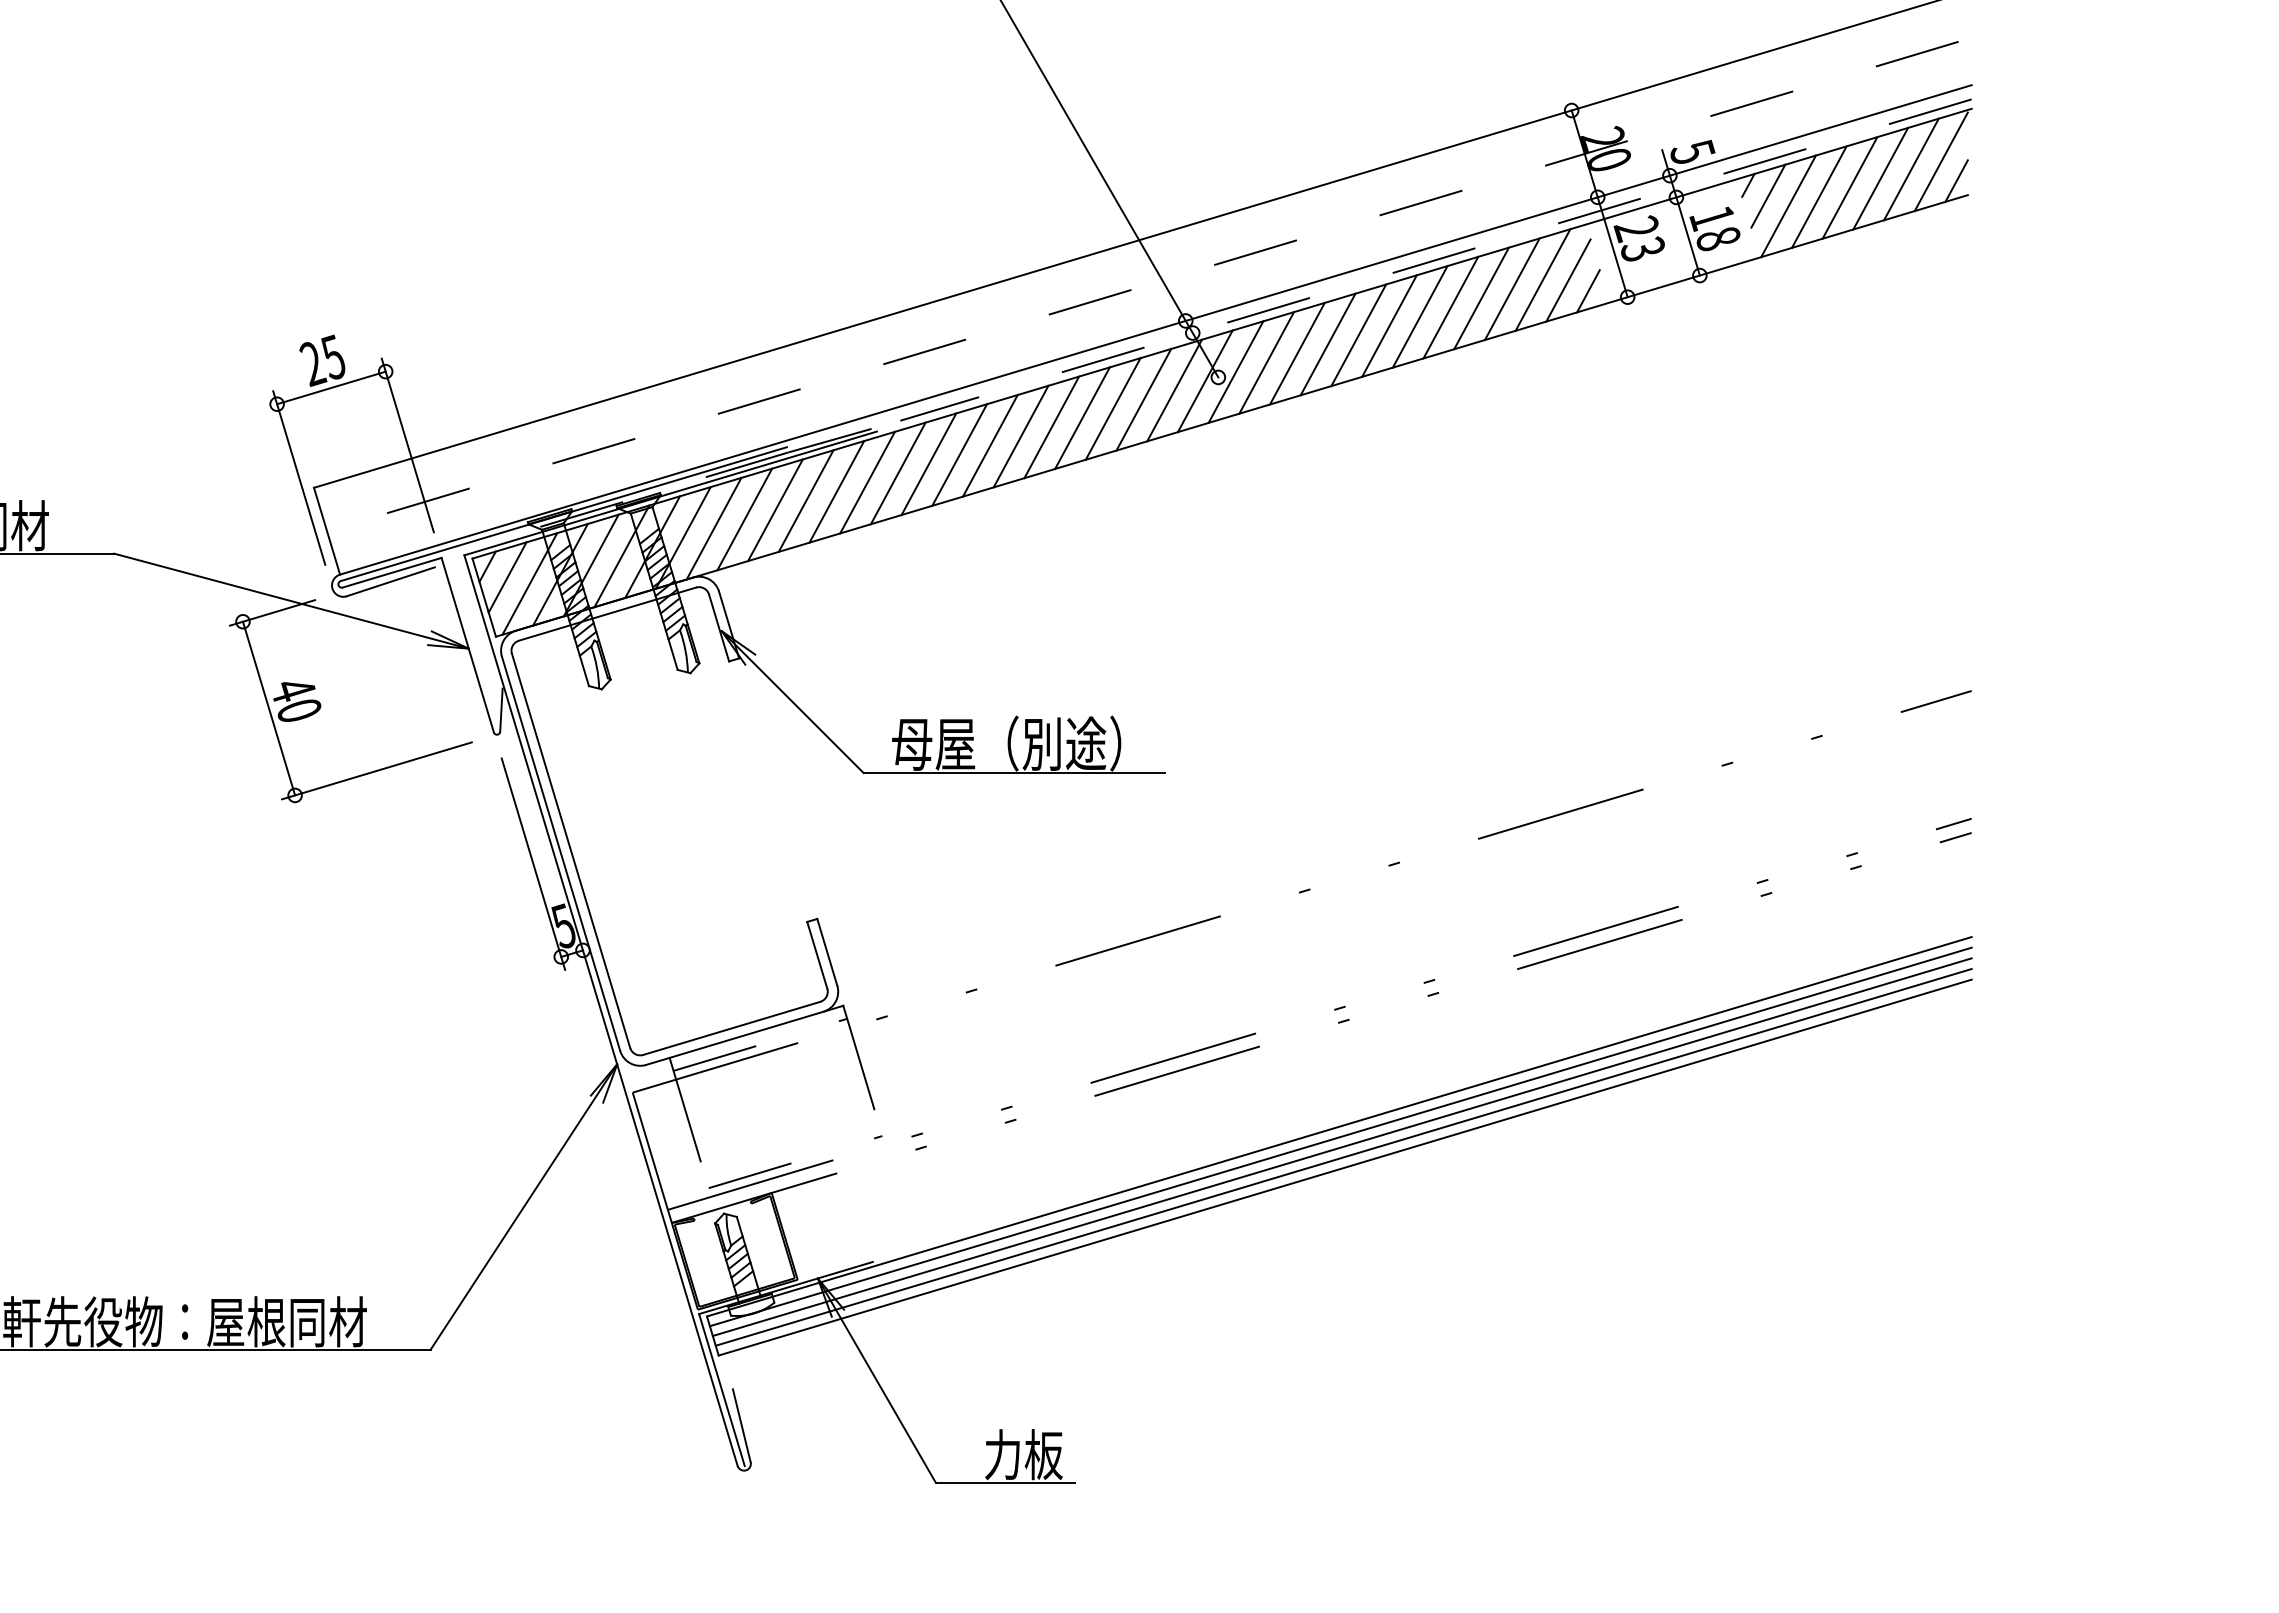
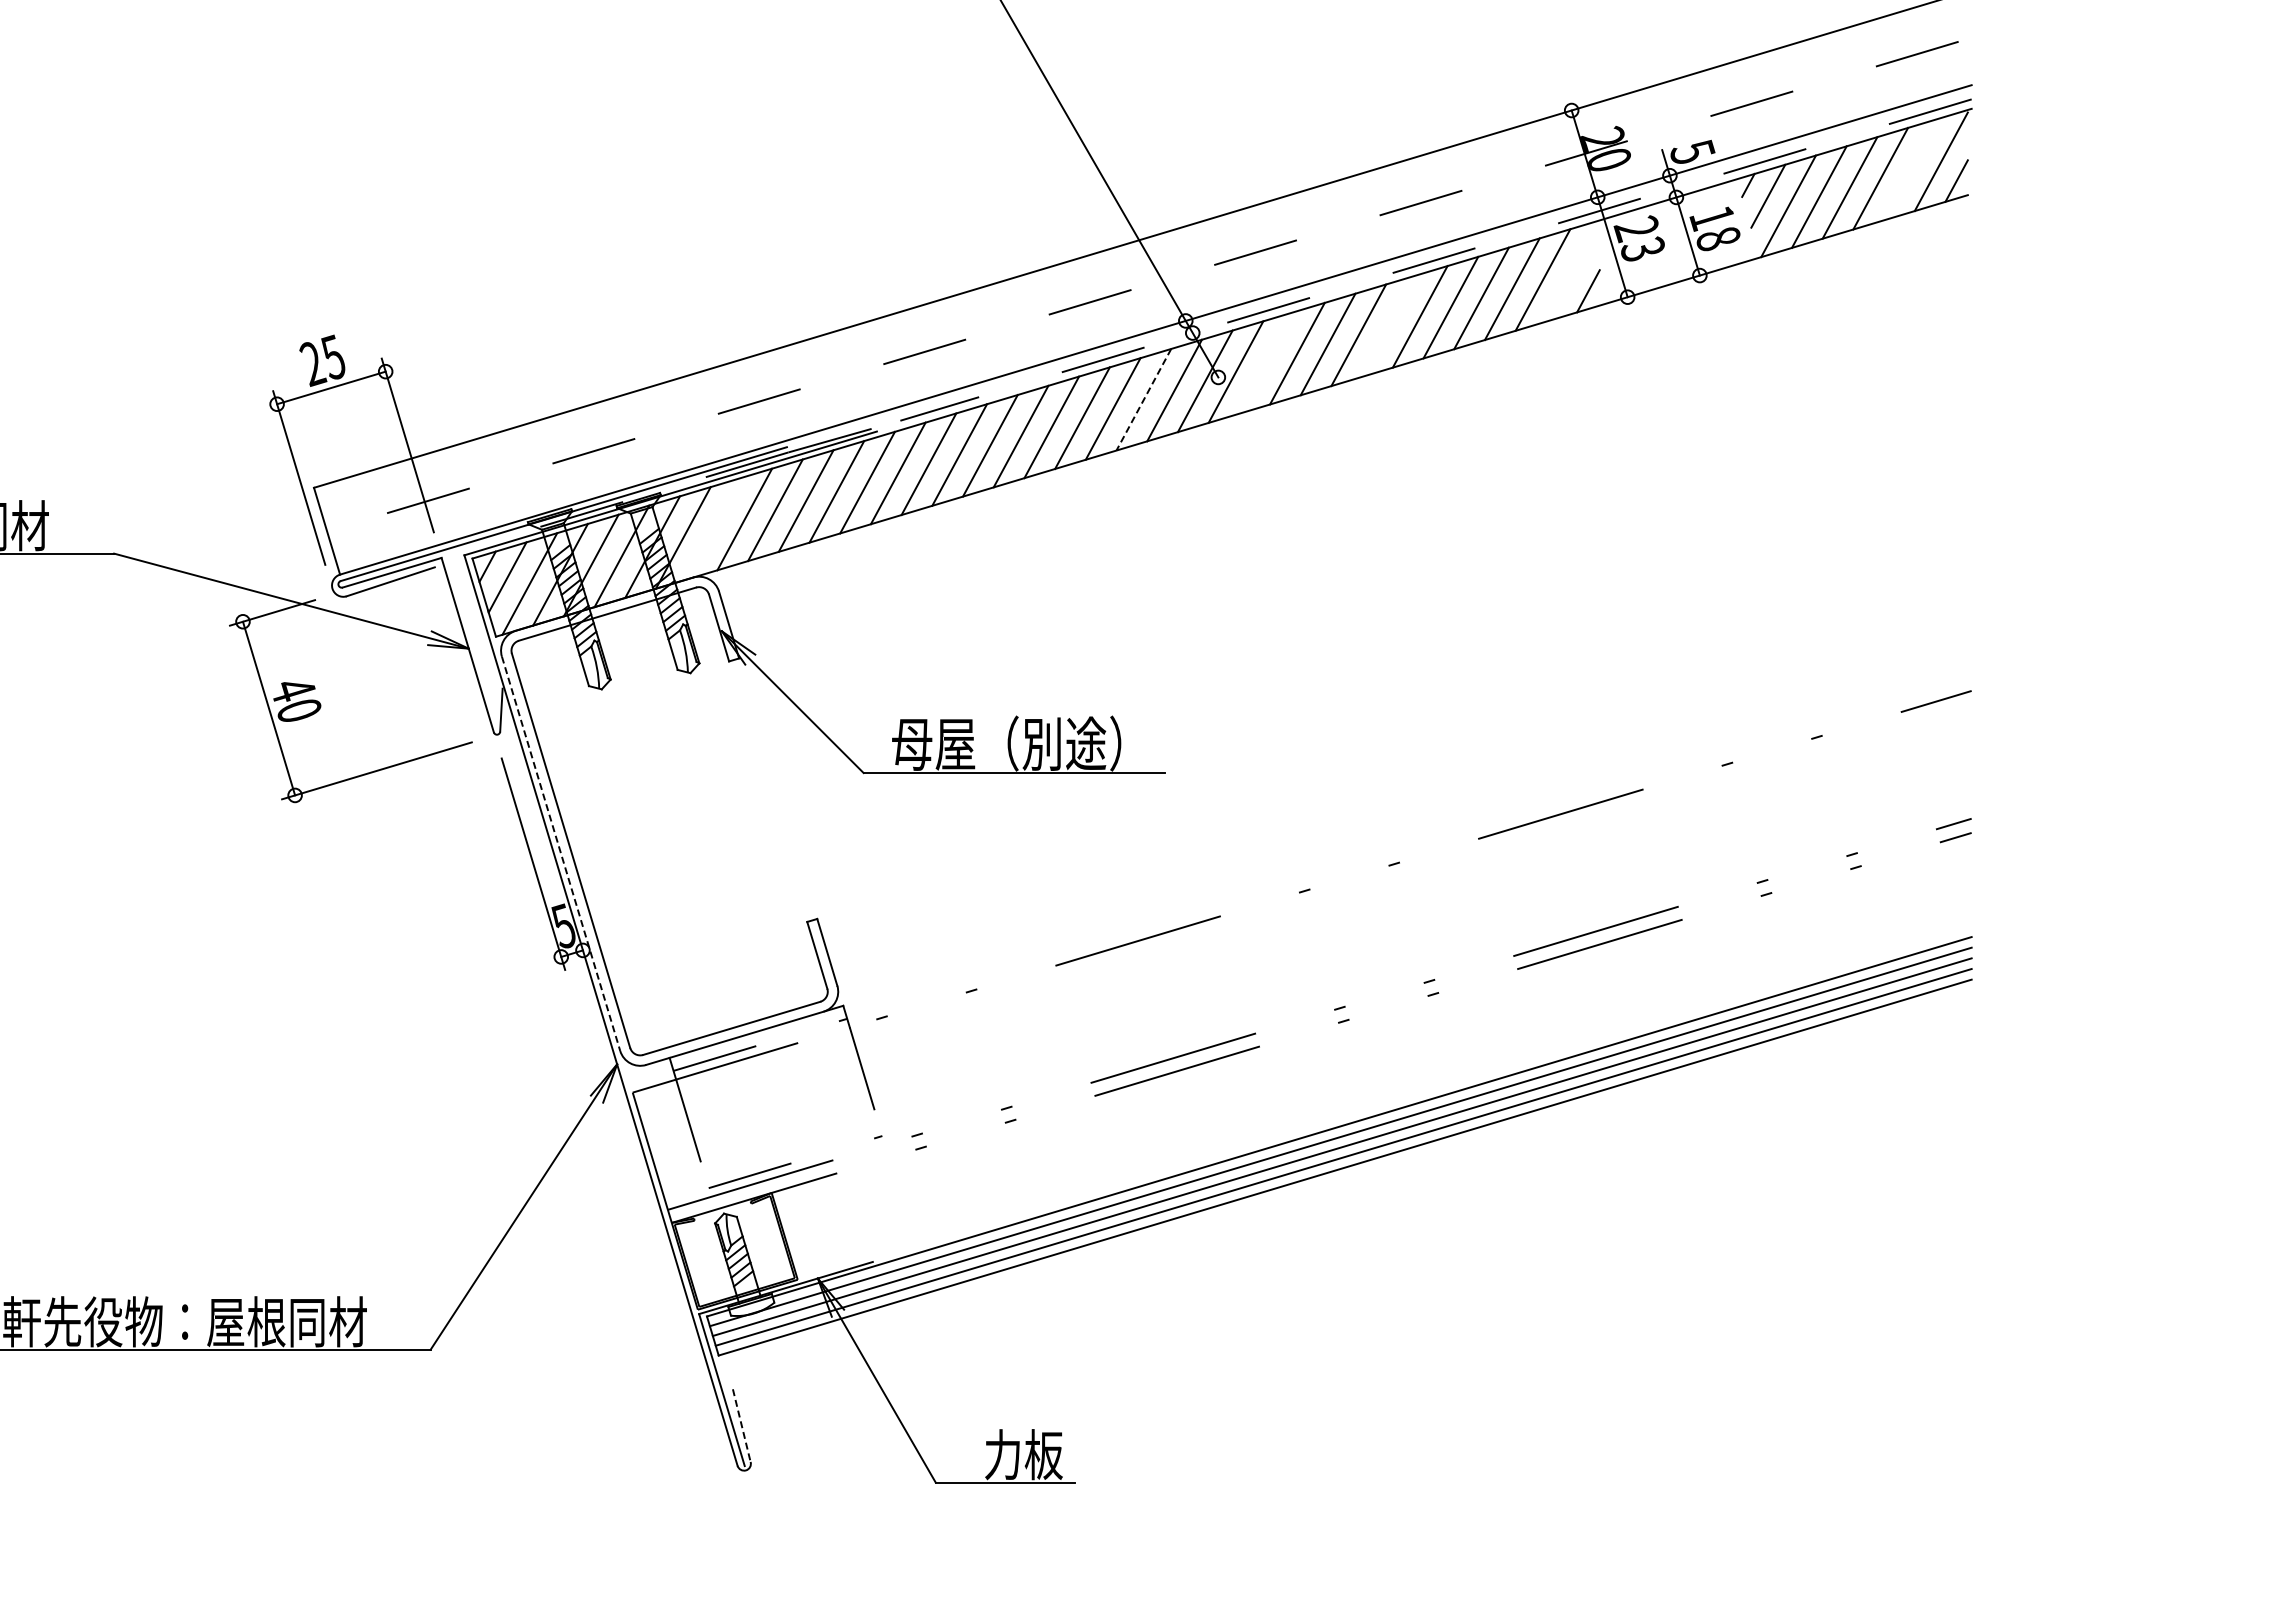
line at (1911, 169): present -> none
line at (1568, 280): present -> none
line at (1389, 325): present -> none
line at (1266, 362): present -> none
line at (1143, 399): solid -> dashed
line at (713, 528): present -> none
line at (561, 853): solid -> dashed
line at (741, 1426): solid -> dashed
